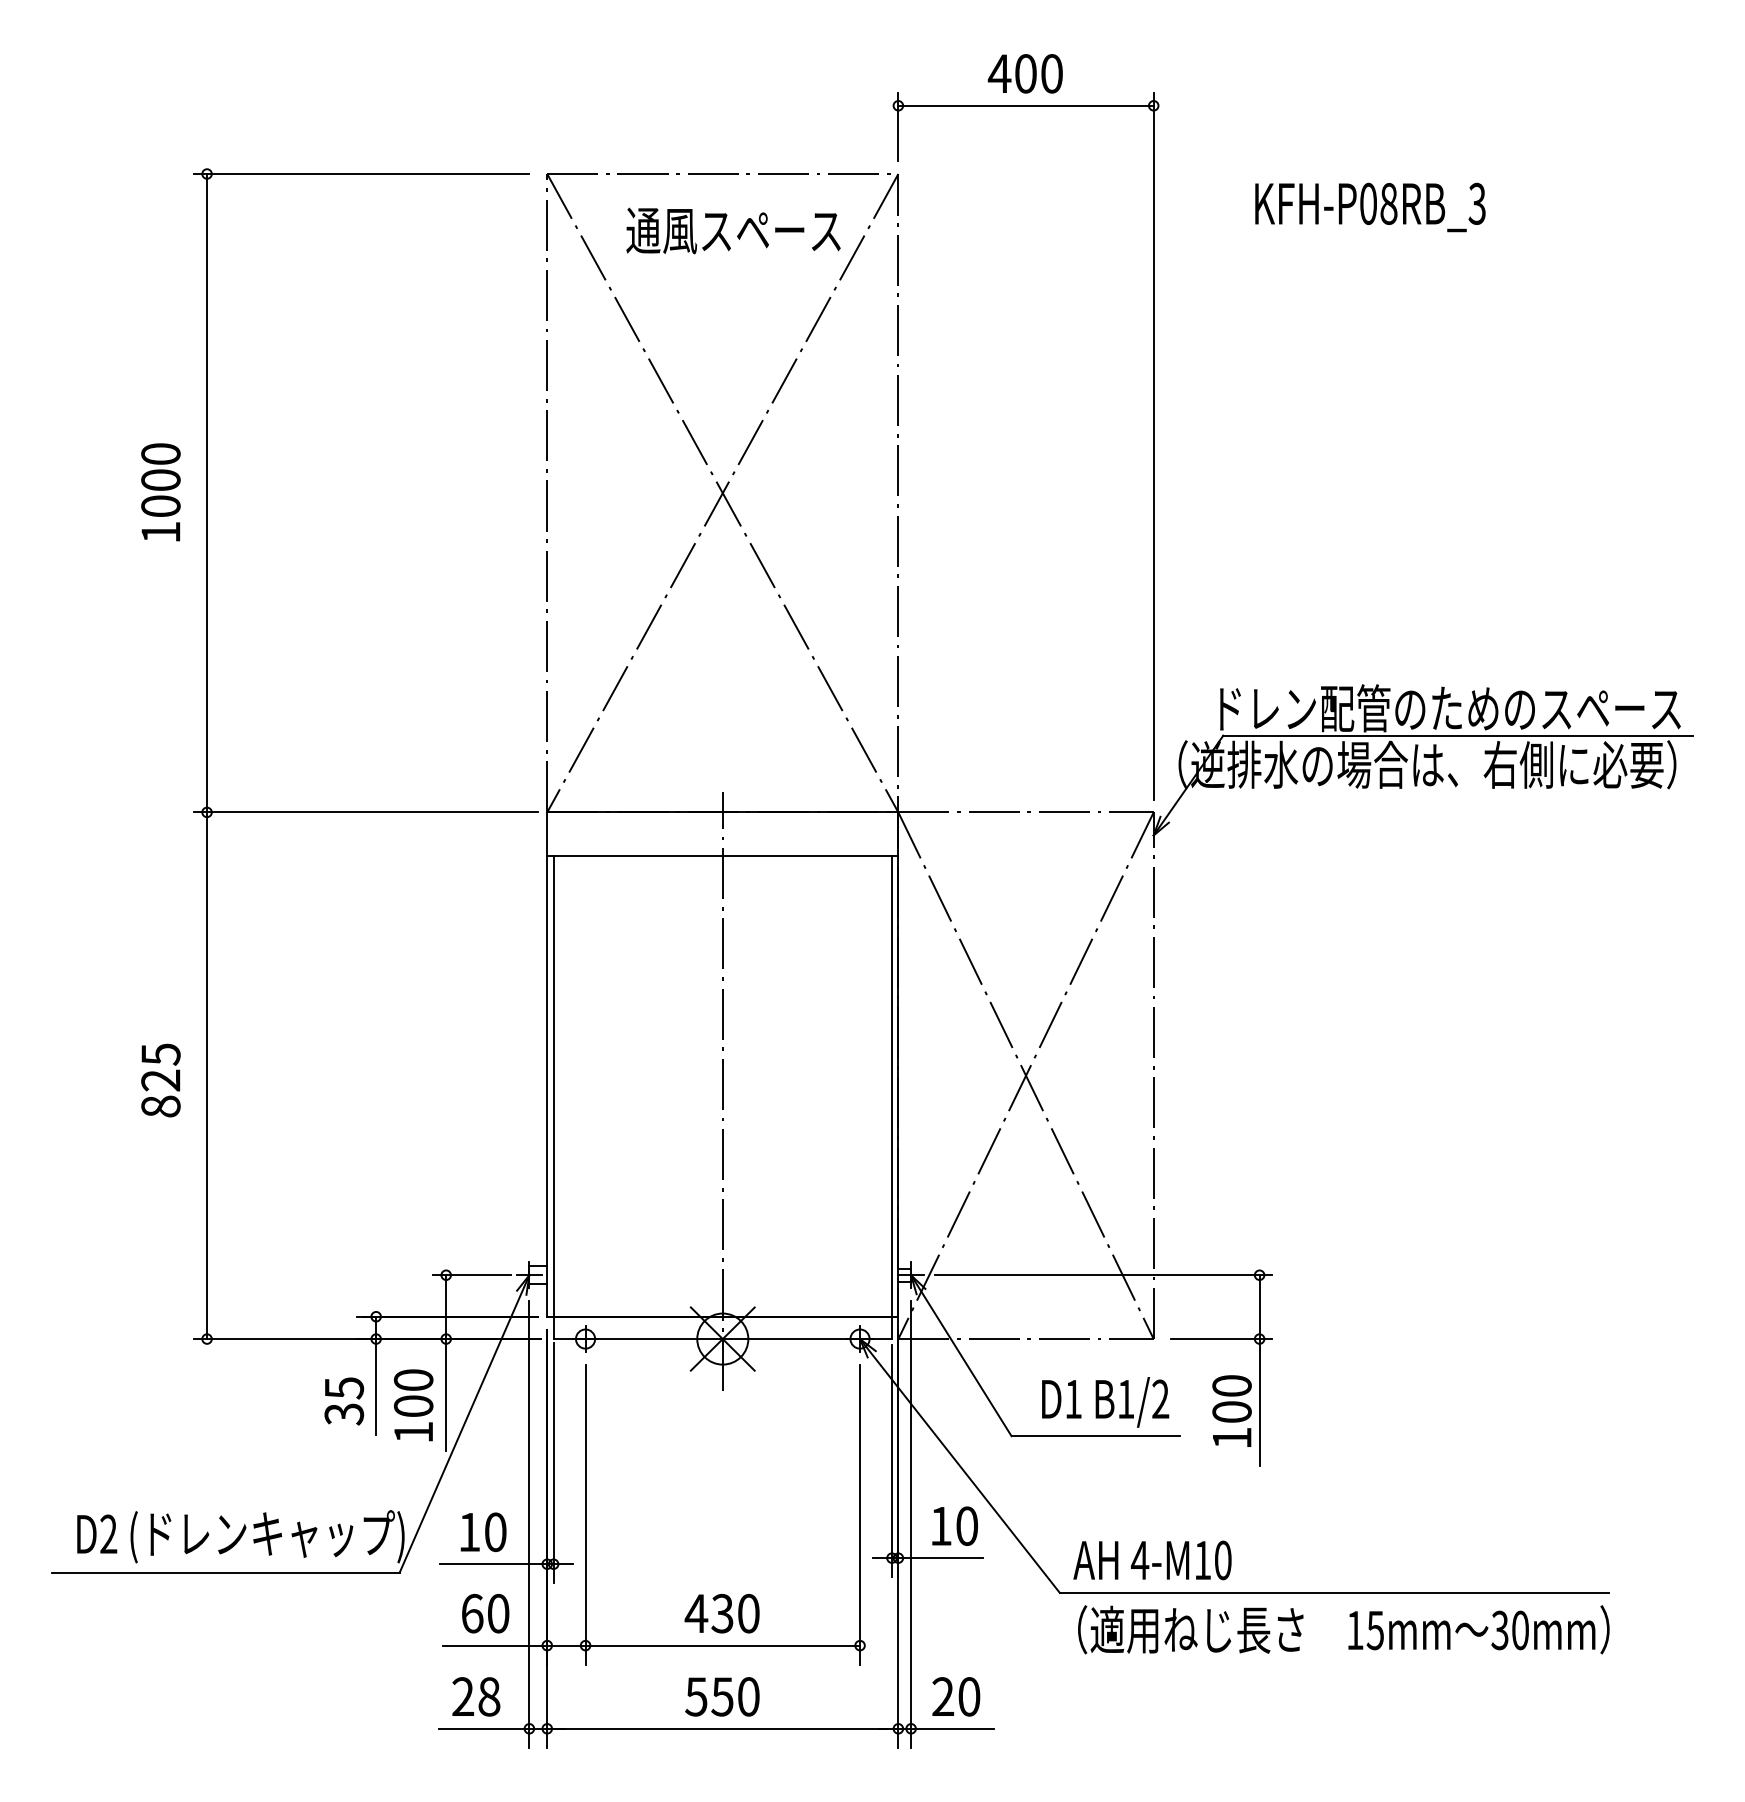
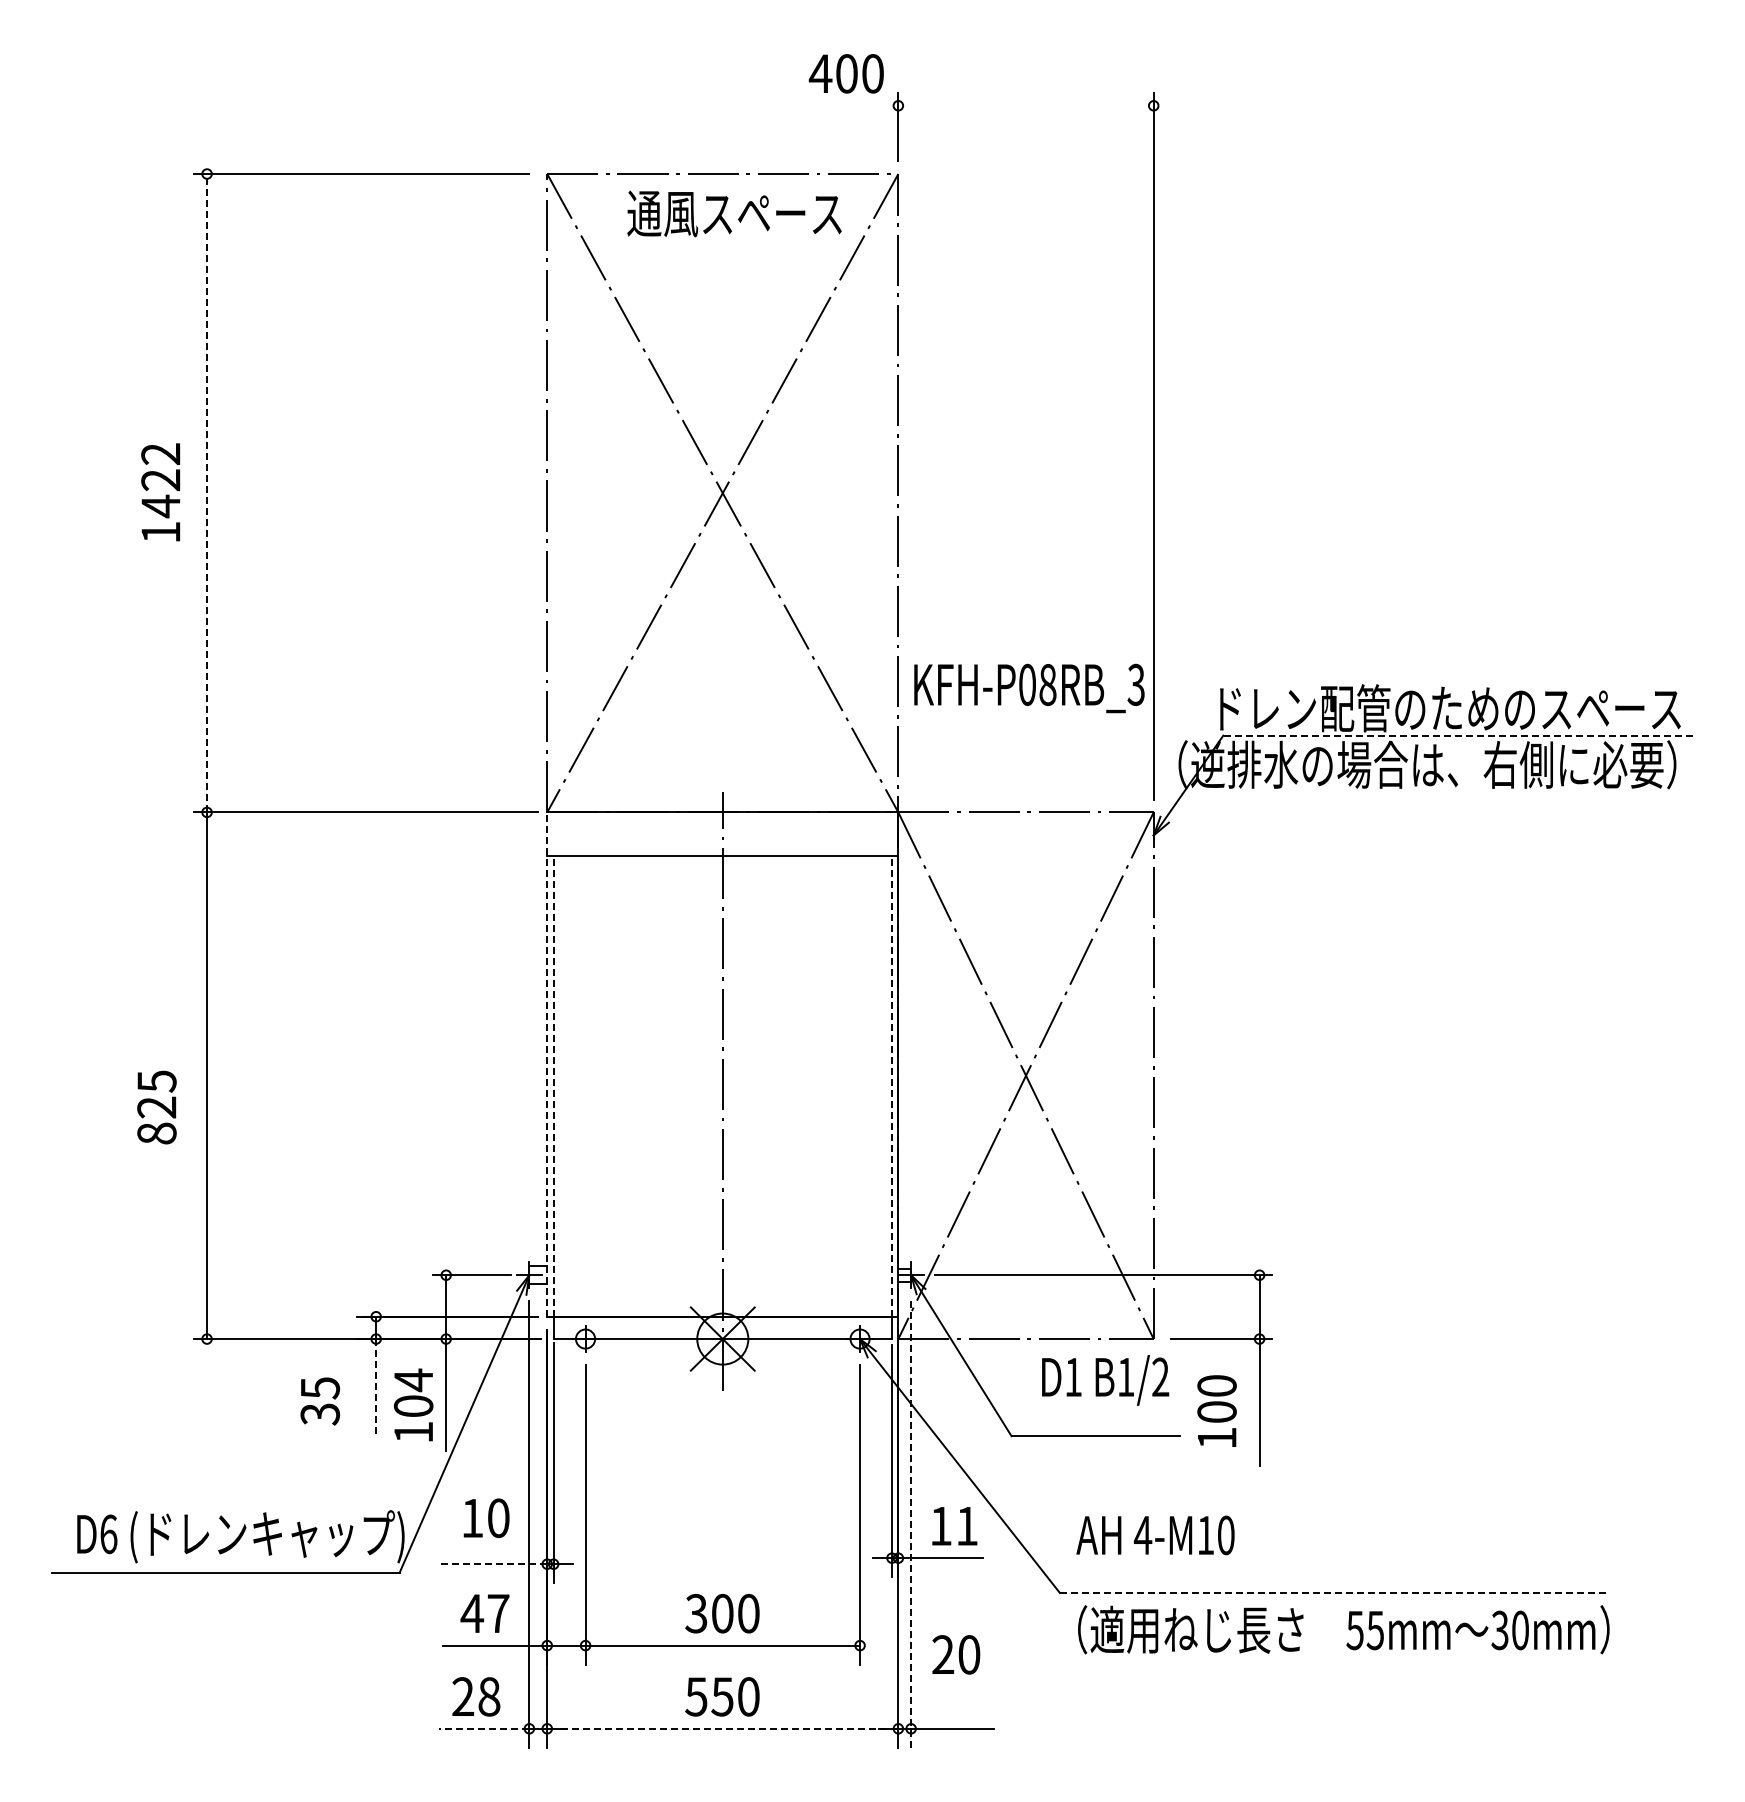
text at (1024, 73) position: (1024, 73) -> (845, 73)
line at (1025, 105): present -> none
text at (1370, 207) position: (1370, 207) -> (1029, 688)
text at (733, 230) position: (733, 230) -> (734, 213)
text at (160, 480): 1000 -> 1422
line at (207, 492): solid -> dashed
line at (1458, 735): solid -> dashed
line at (547, 1064): solid -> dashed
text at (160, 1080) position: (160, 1080) -> (156, 1107)
line at (553, 1086): solid -> dashed
line at (891, 1086): solid -> dashed
text at (413, 1380): 100 -> 104
line at (376, 1387): solid -> dashed
text at (344, 1401) position: (344, 1401) -> (320, 1401)
text at (1105, 1402) position: (1105, 1402) -> (1105, 1380)
text at (1231, 1410) position: (1231, 1410) -> (1216, 1410)
line at (911, 1524): solid -> dashed
text at (966, 1525): 10 -> 11
text at (483, 1532) position: (483, 1532) -> (486, 1518)
text at (108, 1534): D2 -> D6
text at (1152, 1560) position: (1152, 1560) -> (1155, 1535)
line at (493, 1564): solid -> dashed
line at (1334, 1592): solid -> dashed
text at (484, 1613): 60 -> 47
text at (708, 1613): 430 -> 300
text at (1354, 1630): 15mm -> 55mm
text at (956, 1696) position: (956, 1696) -> (956, 1654)
line at (483, 1728): solid -> dashed
line at (722, 1728): solid -> dashed
